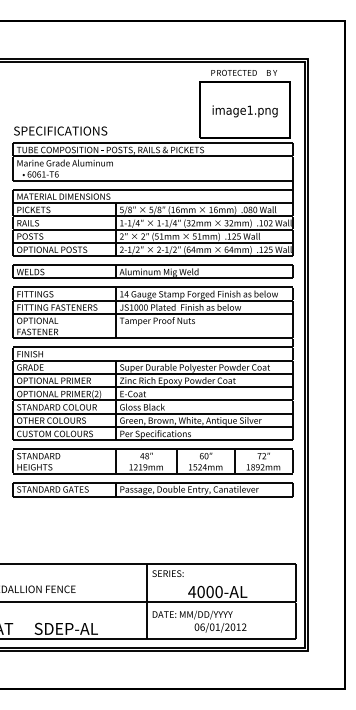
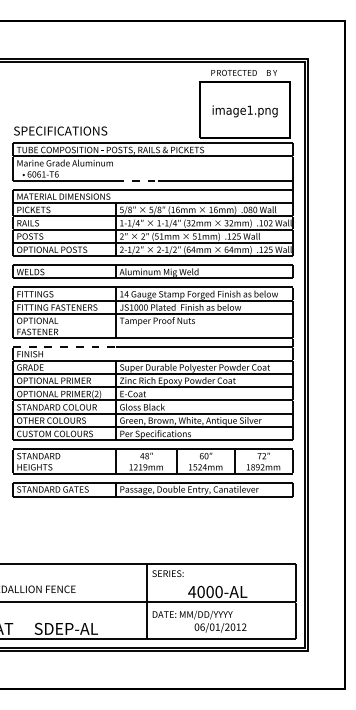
line at (136, 180): solid -> dashed
line at (64, 347): solid -> dashed
